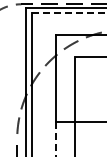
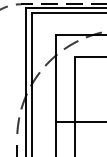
line at (69, 13): dashed -> solid
line at (55, 139): dashed -> solid
